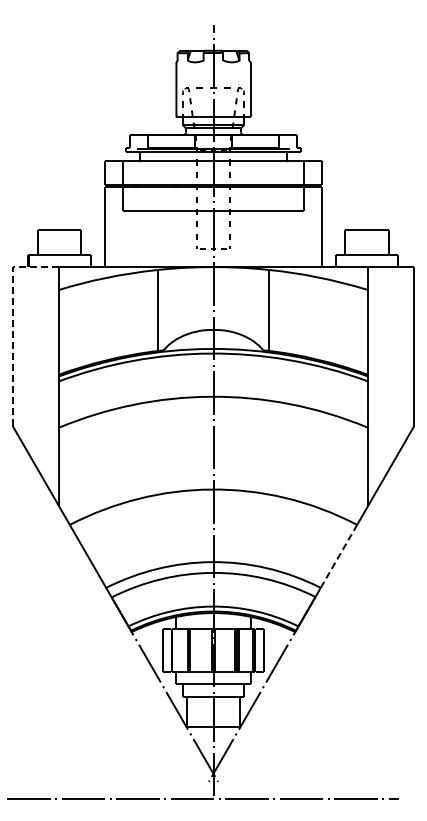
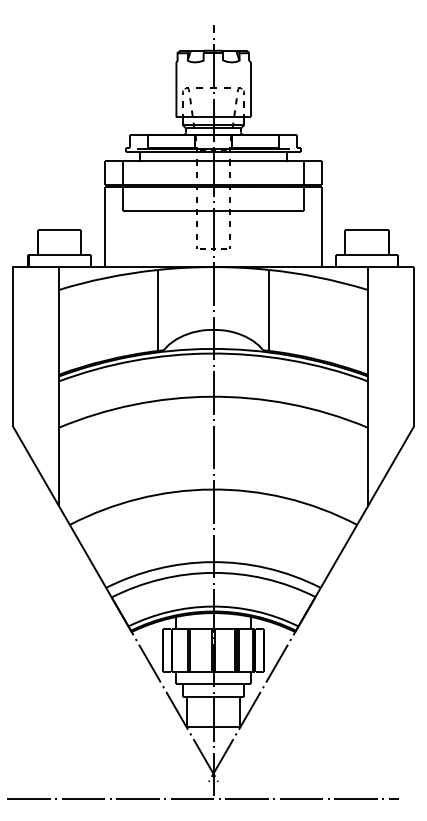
line at (12, 323): dashed -> solid
line at (339, 555): dashed -> solid
